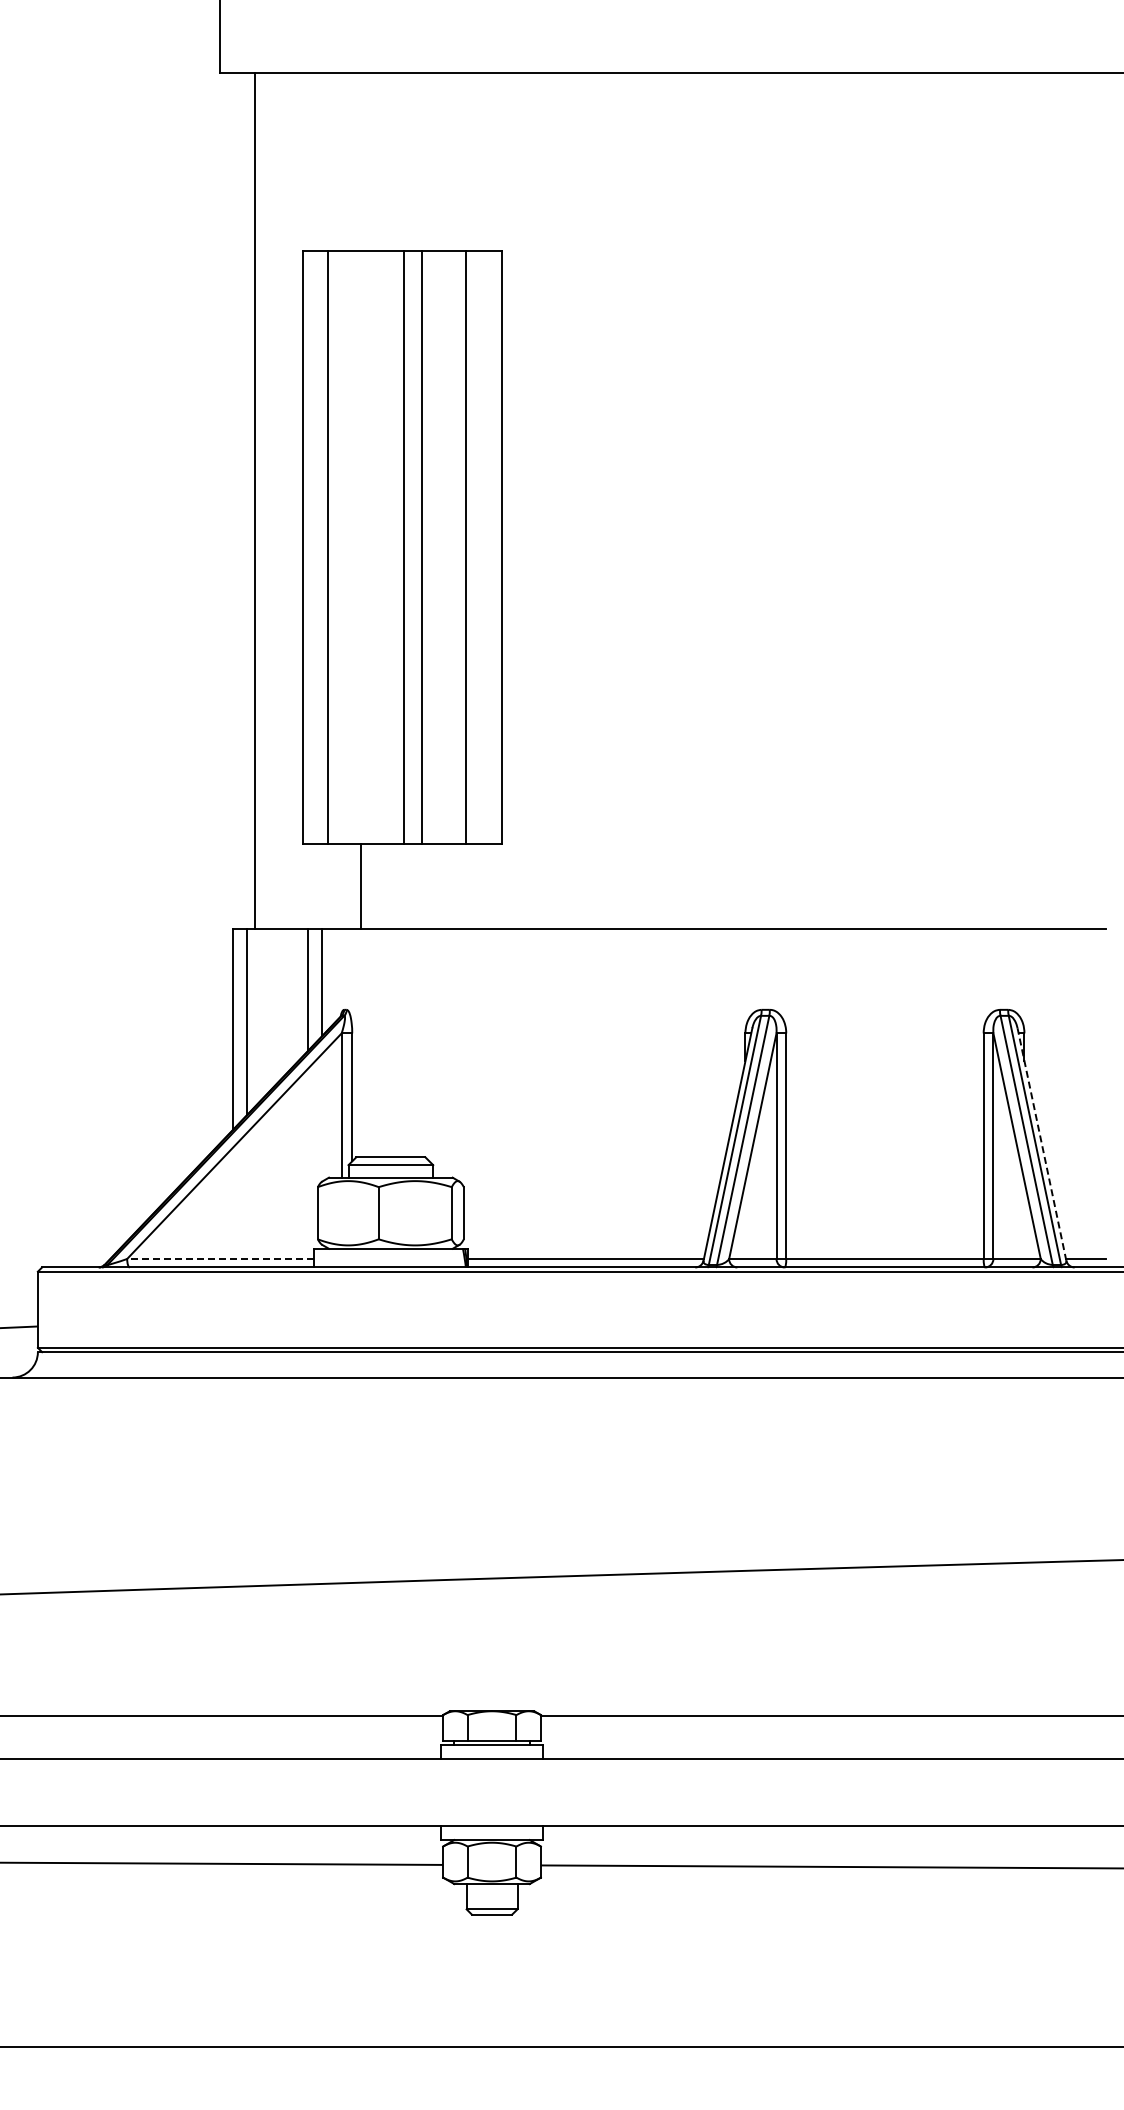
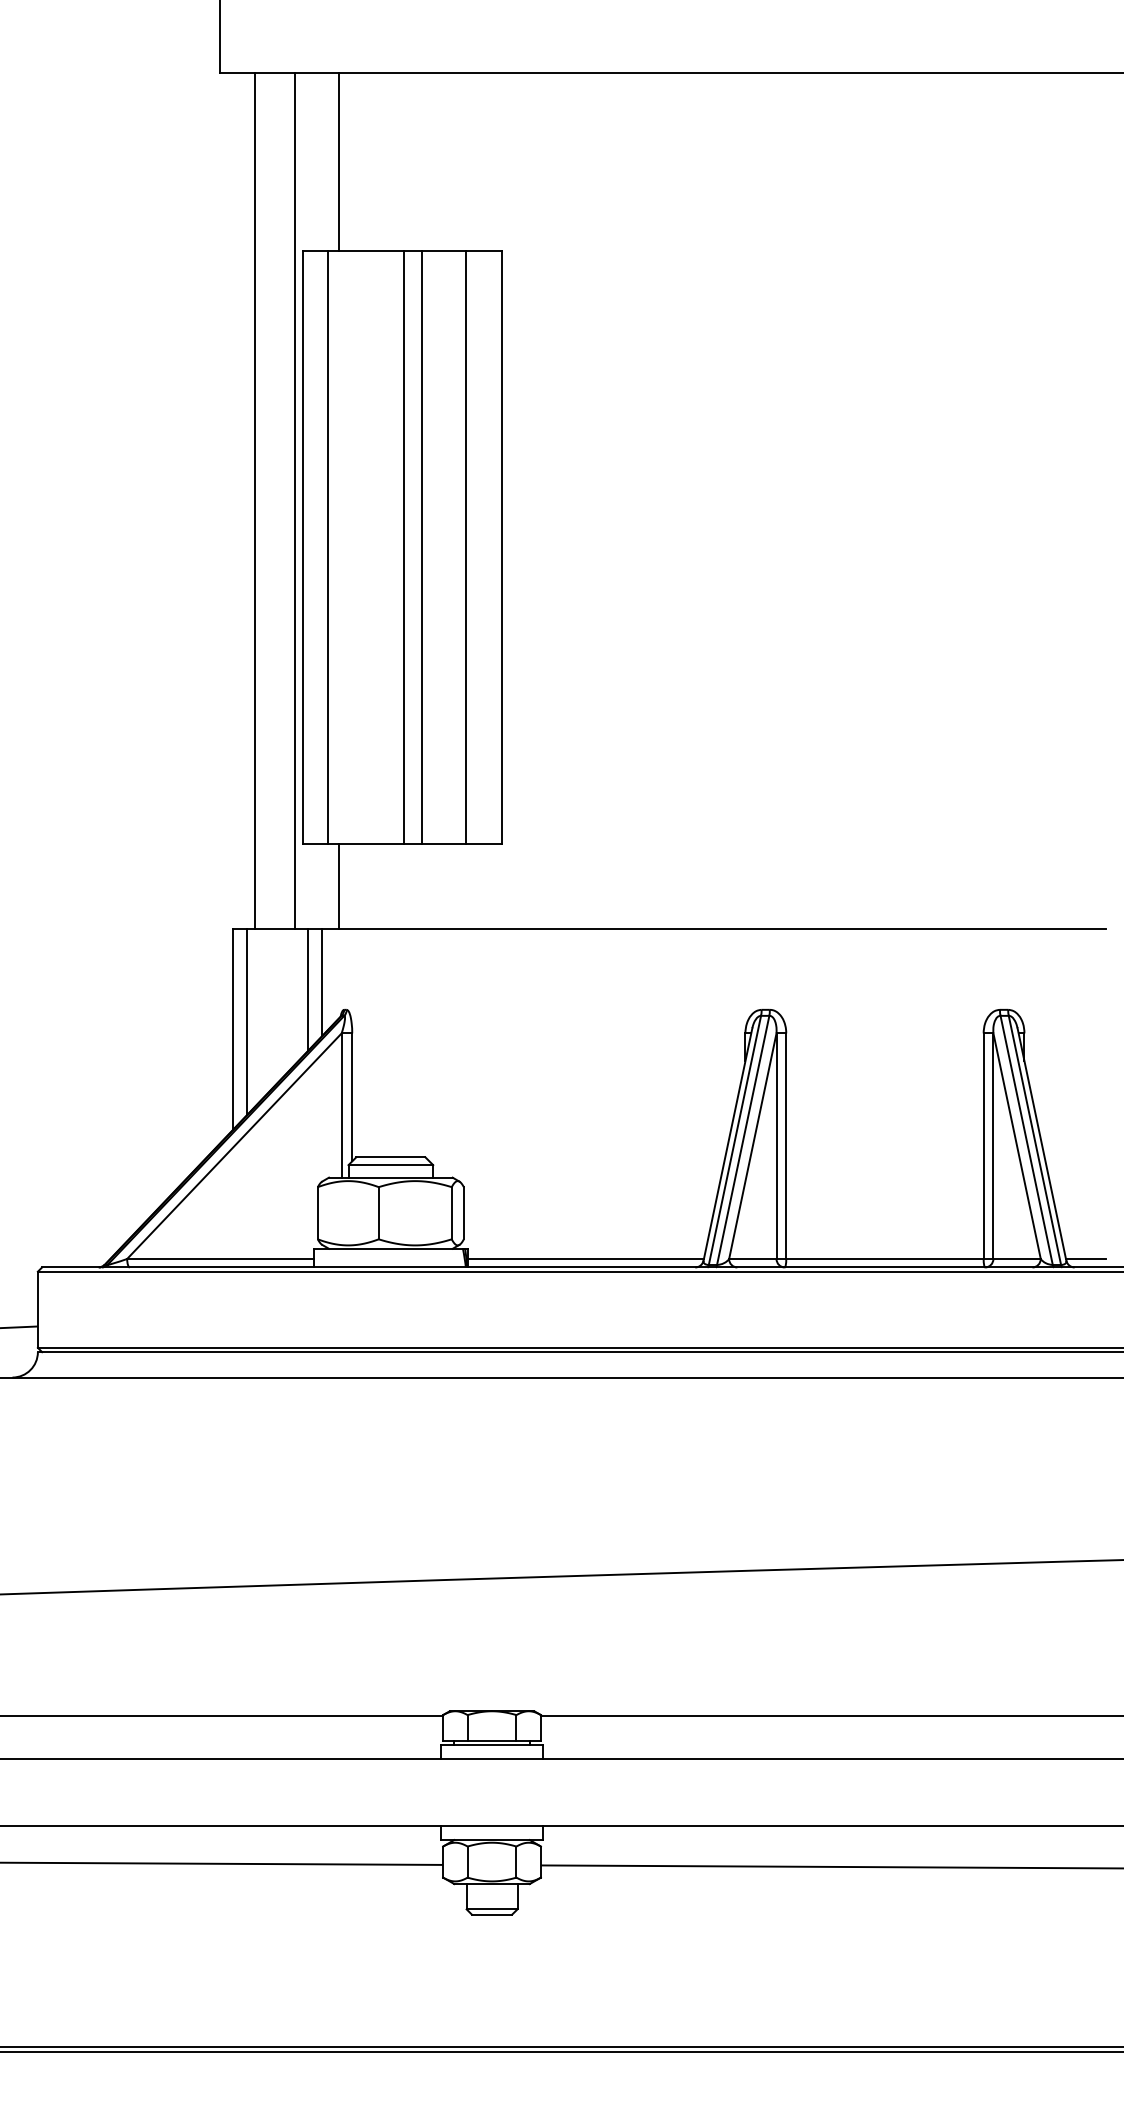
line at (338, 162): none -> present
line at (295, 500): none -> present
line at (360, 885) position: (360, 885) -> (338, 885)
line at (1041, 1144): dashed -> solid
line at (220, 1258): dashed -> solid
line at (561, 2052): none -> present
